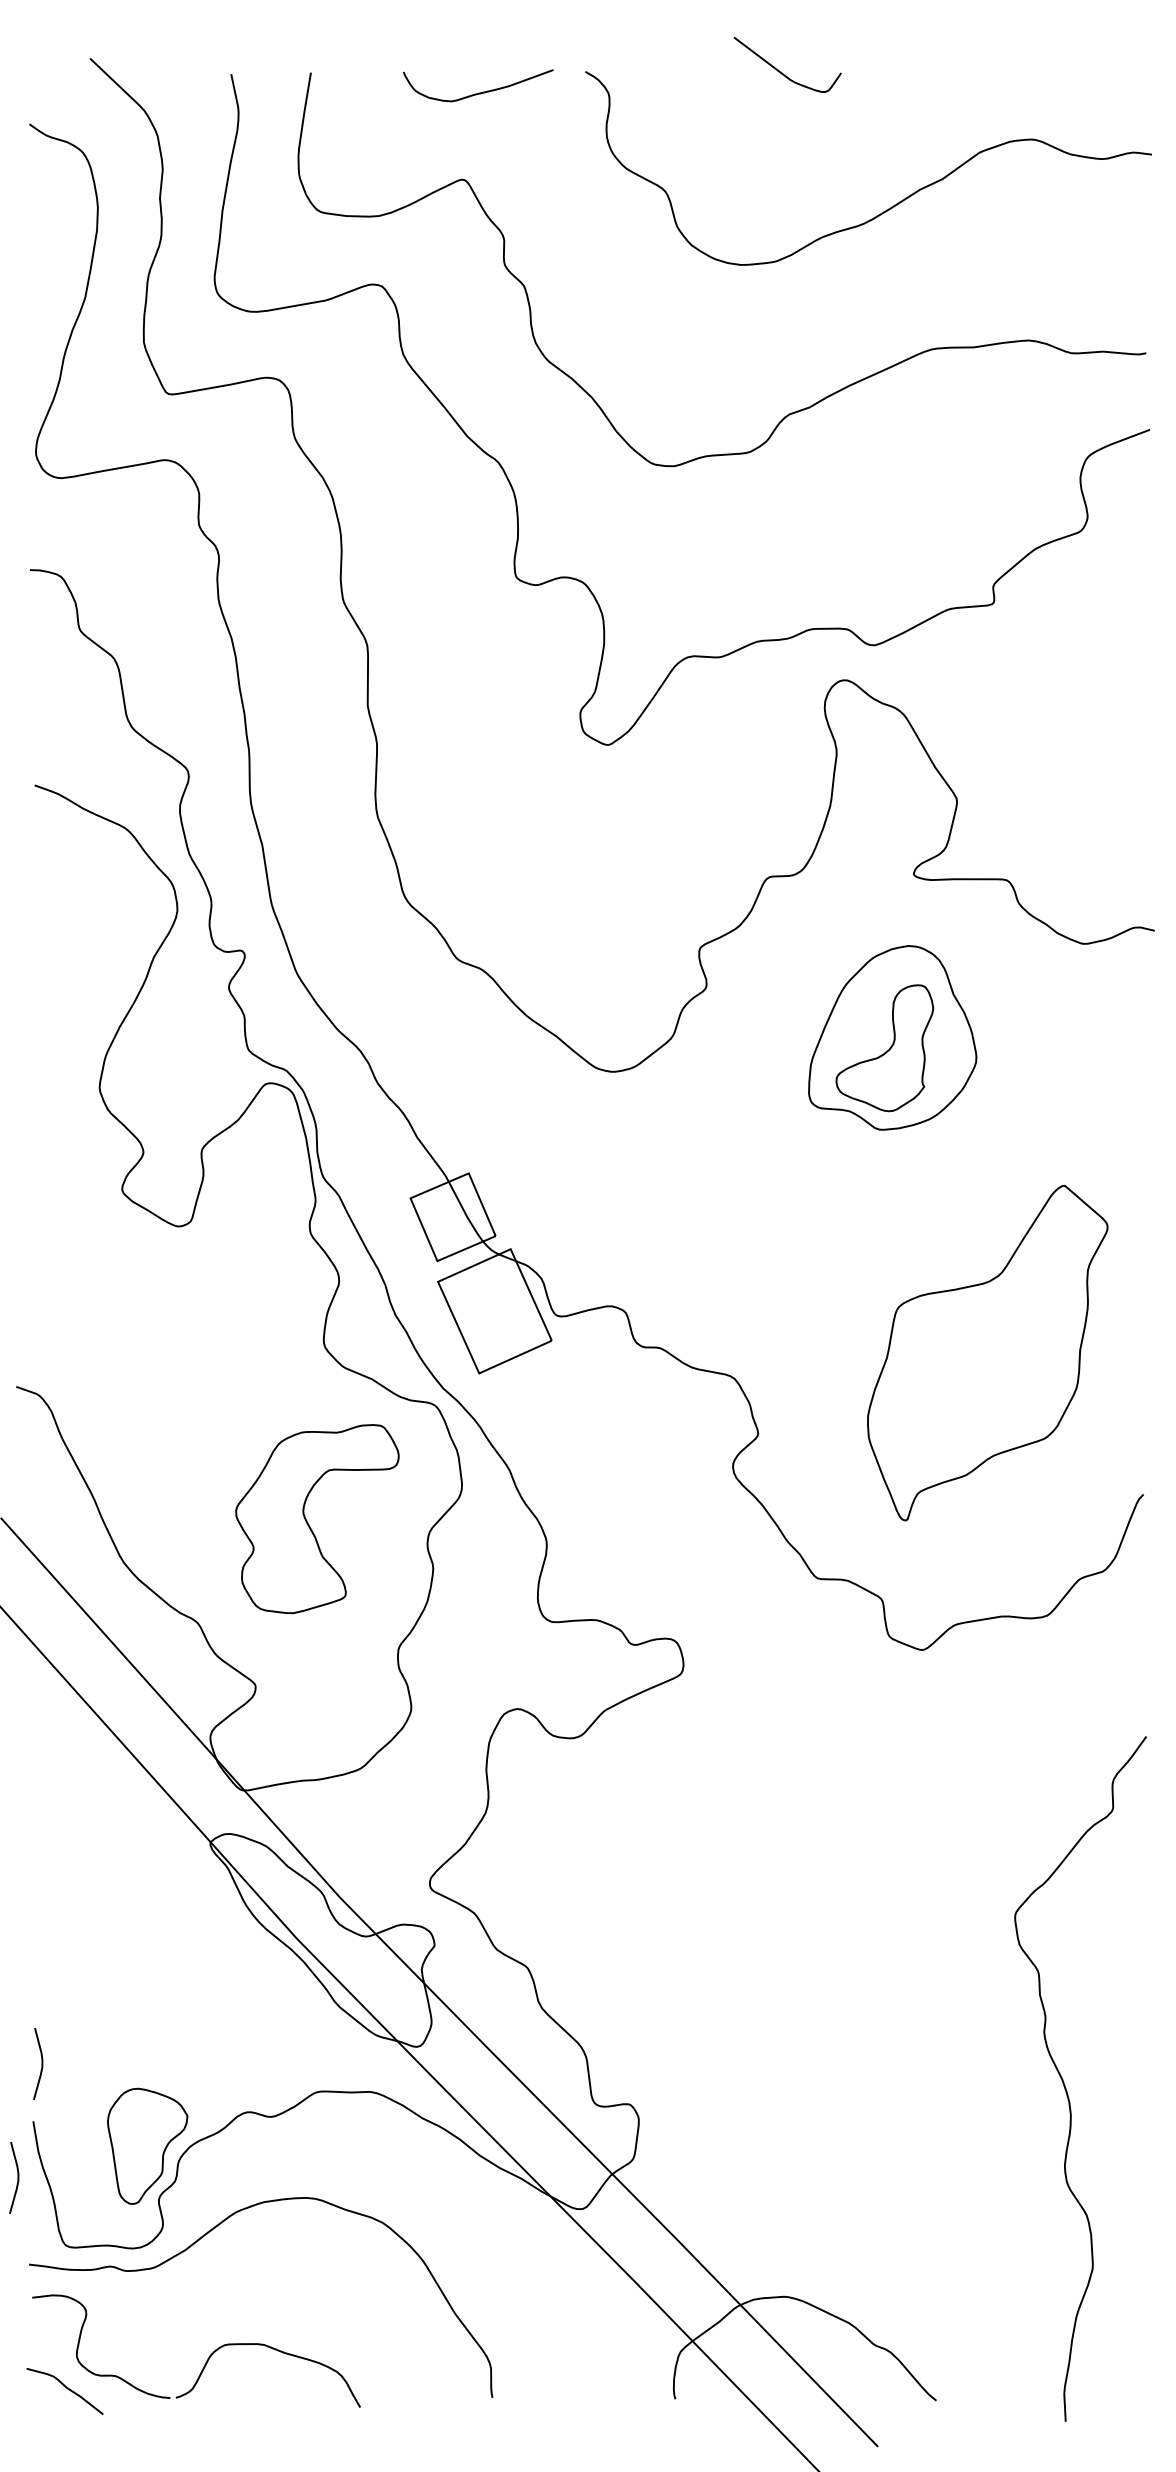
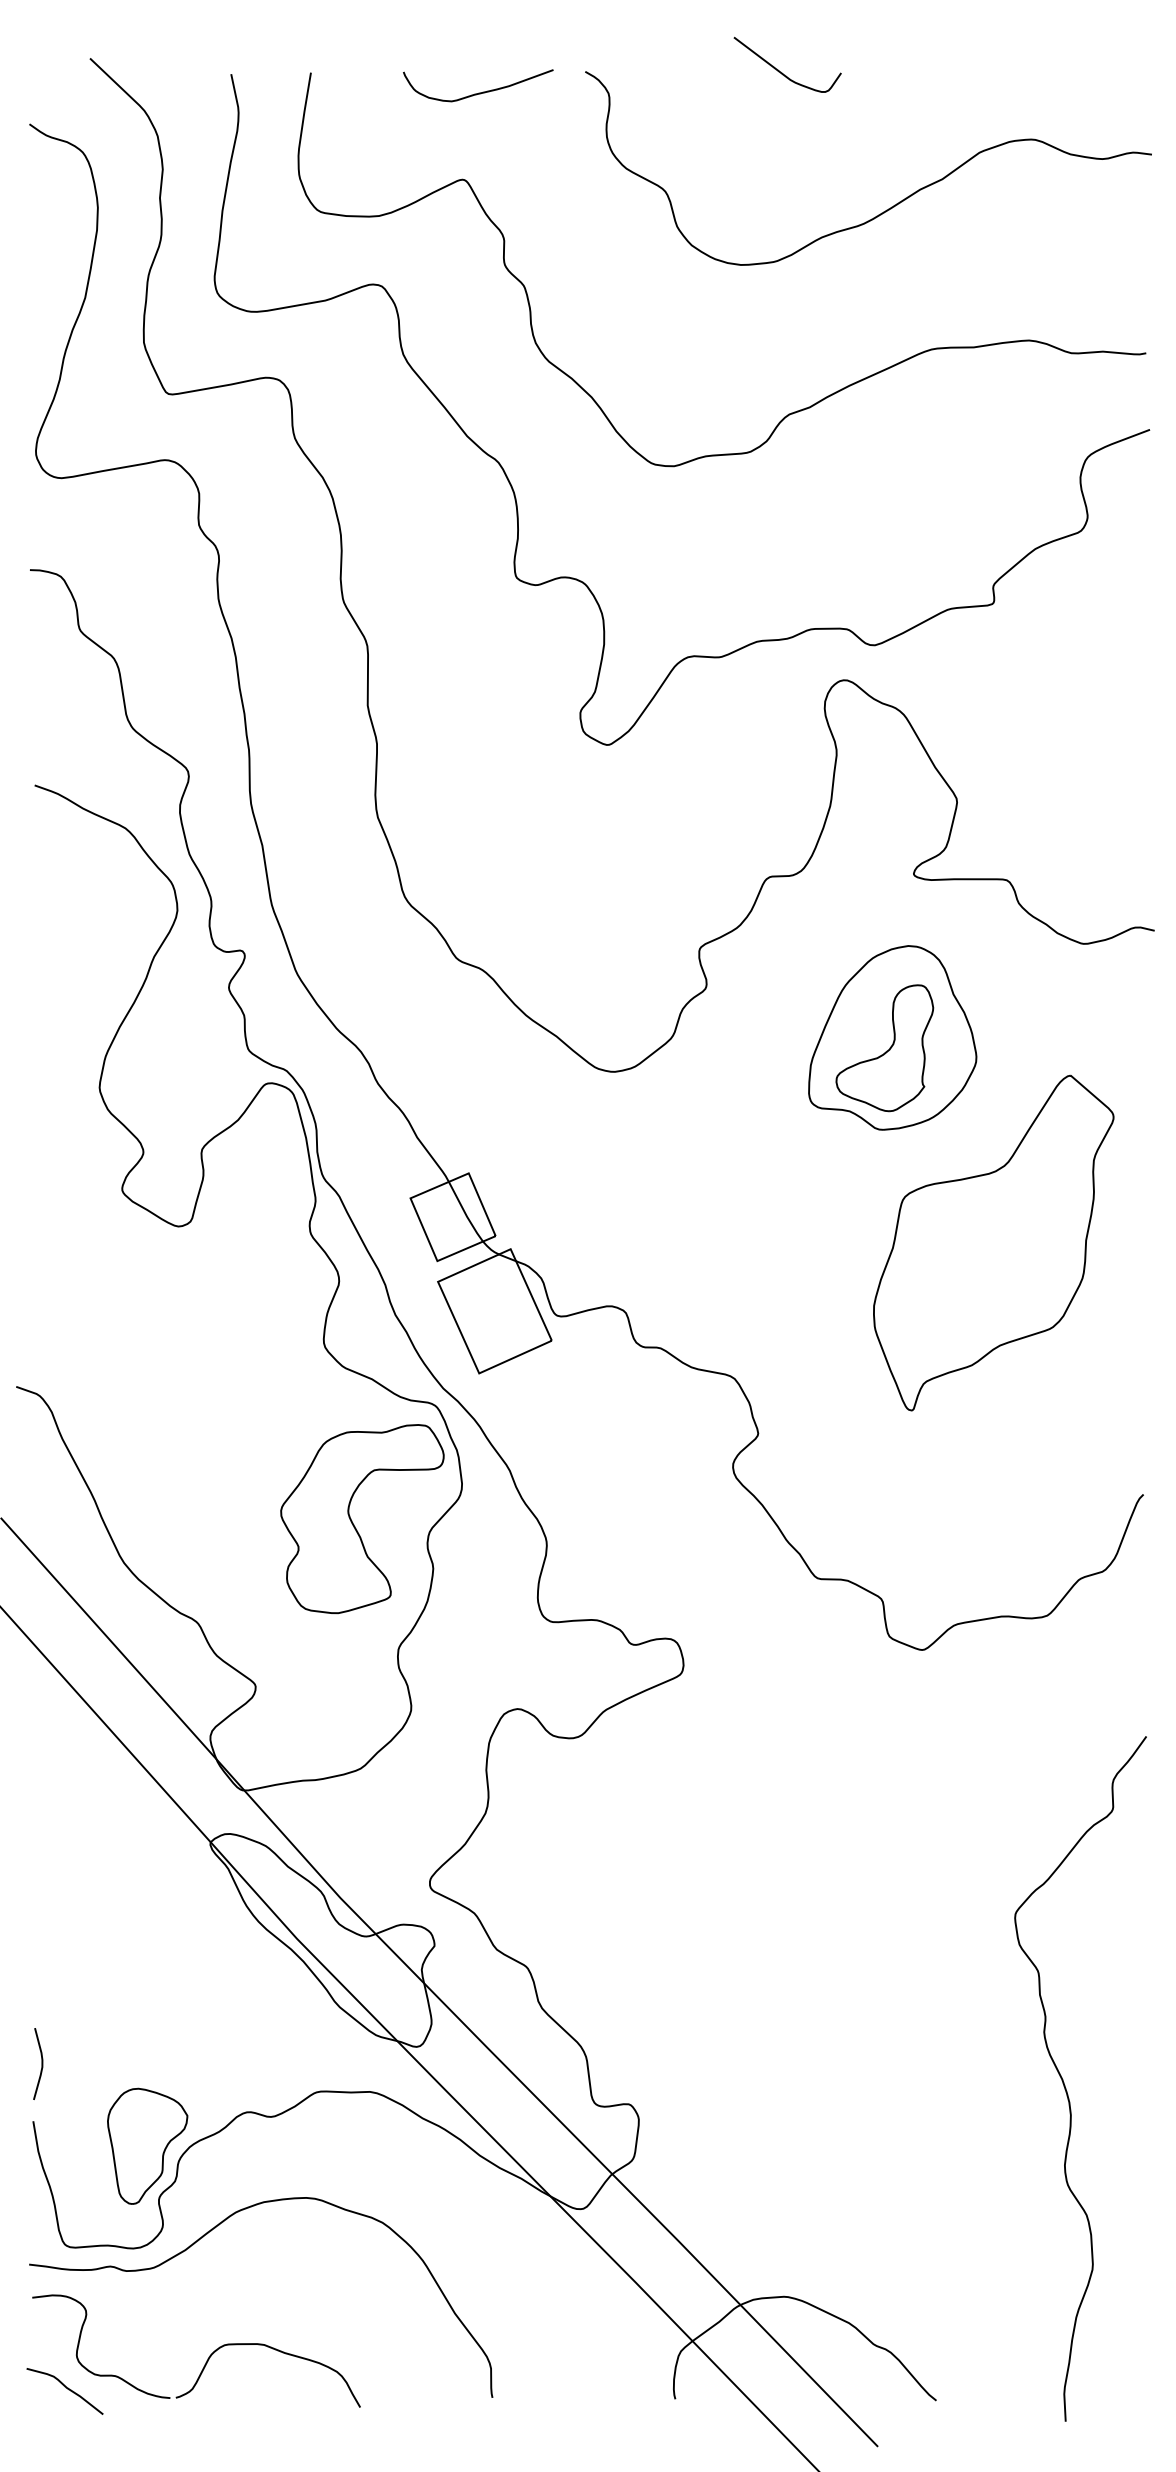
part at (987, 1352) position: (987, 1352) -> (993, 1242)
part at (309, 1524) position: (309, 1524) -> (354, 1524)
curve at (17, 2177): present -> none
